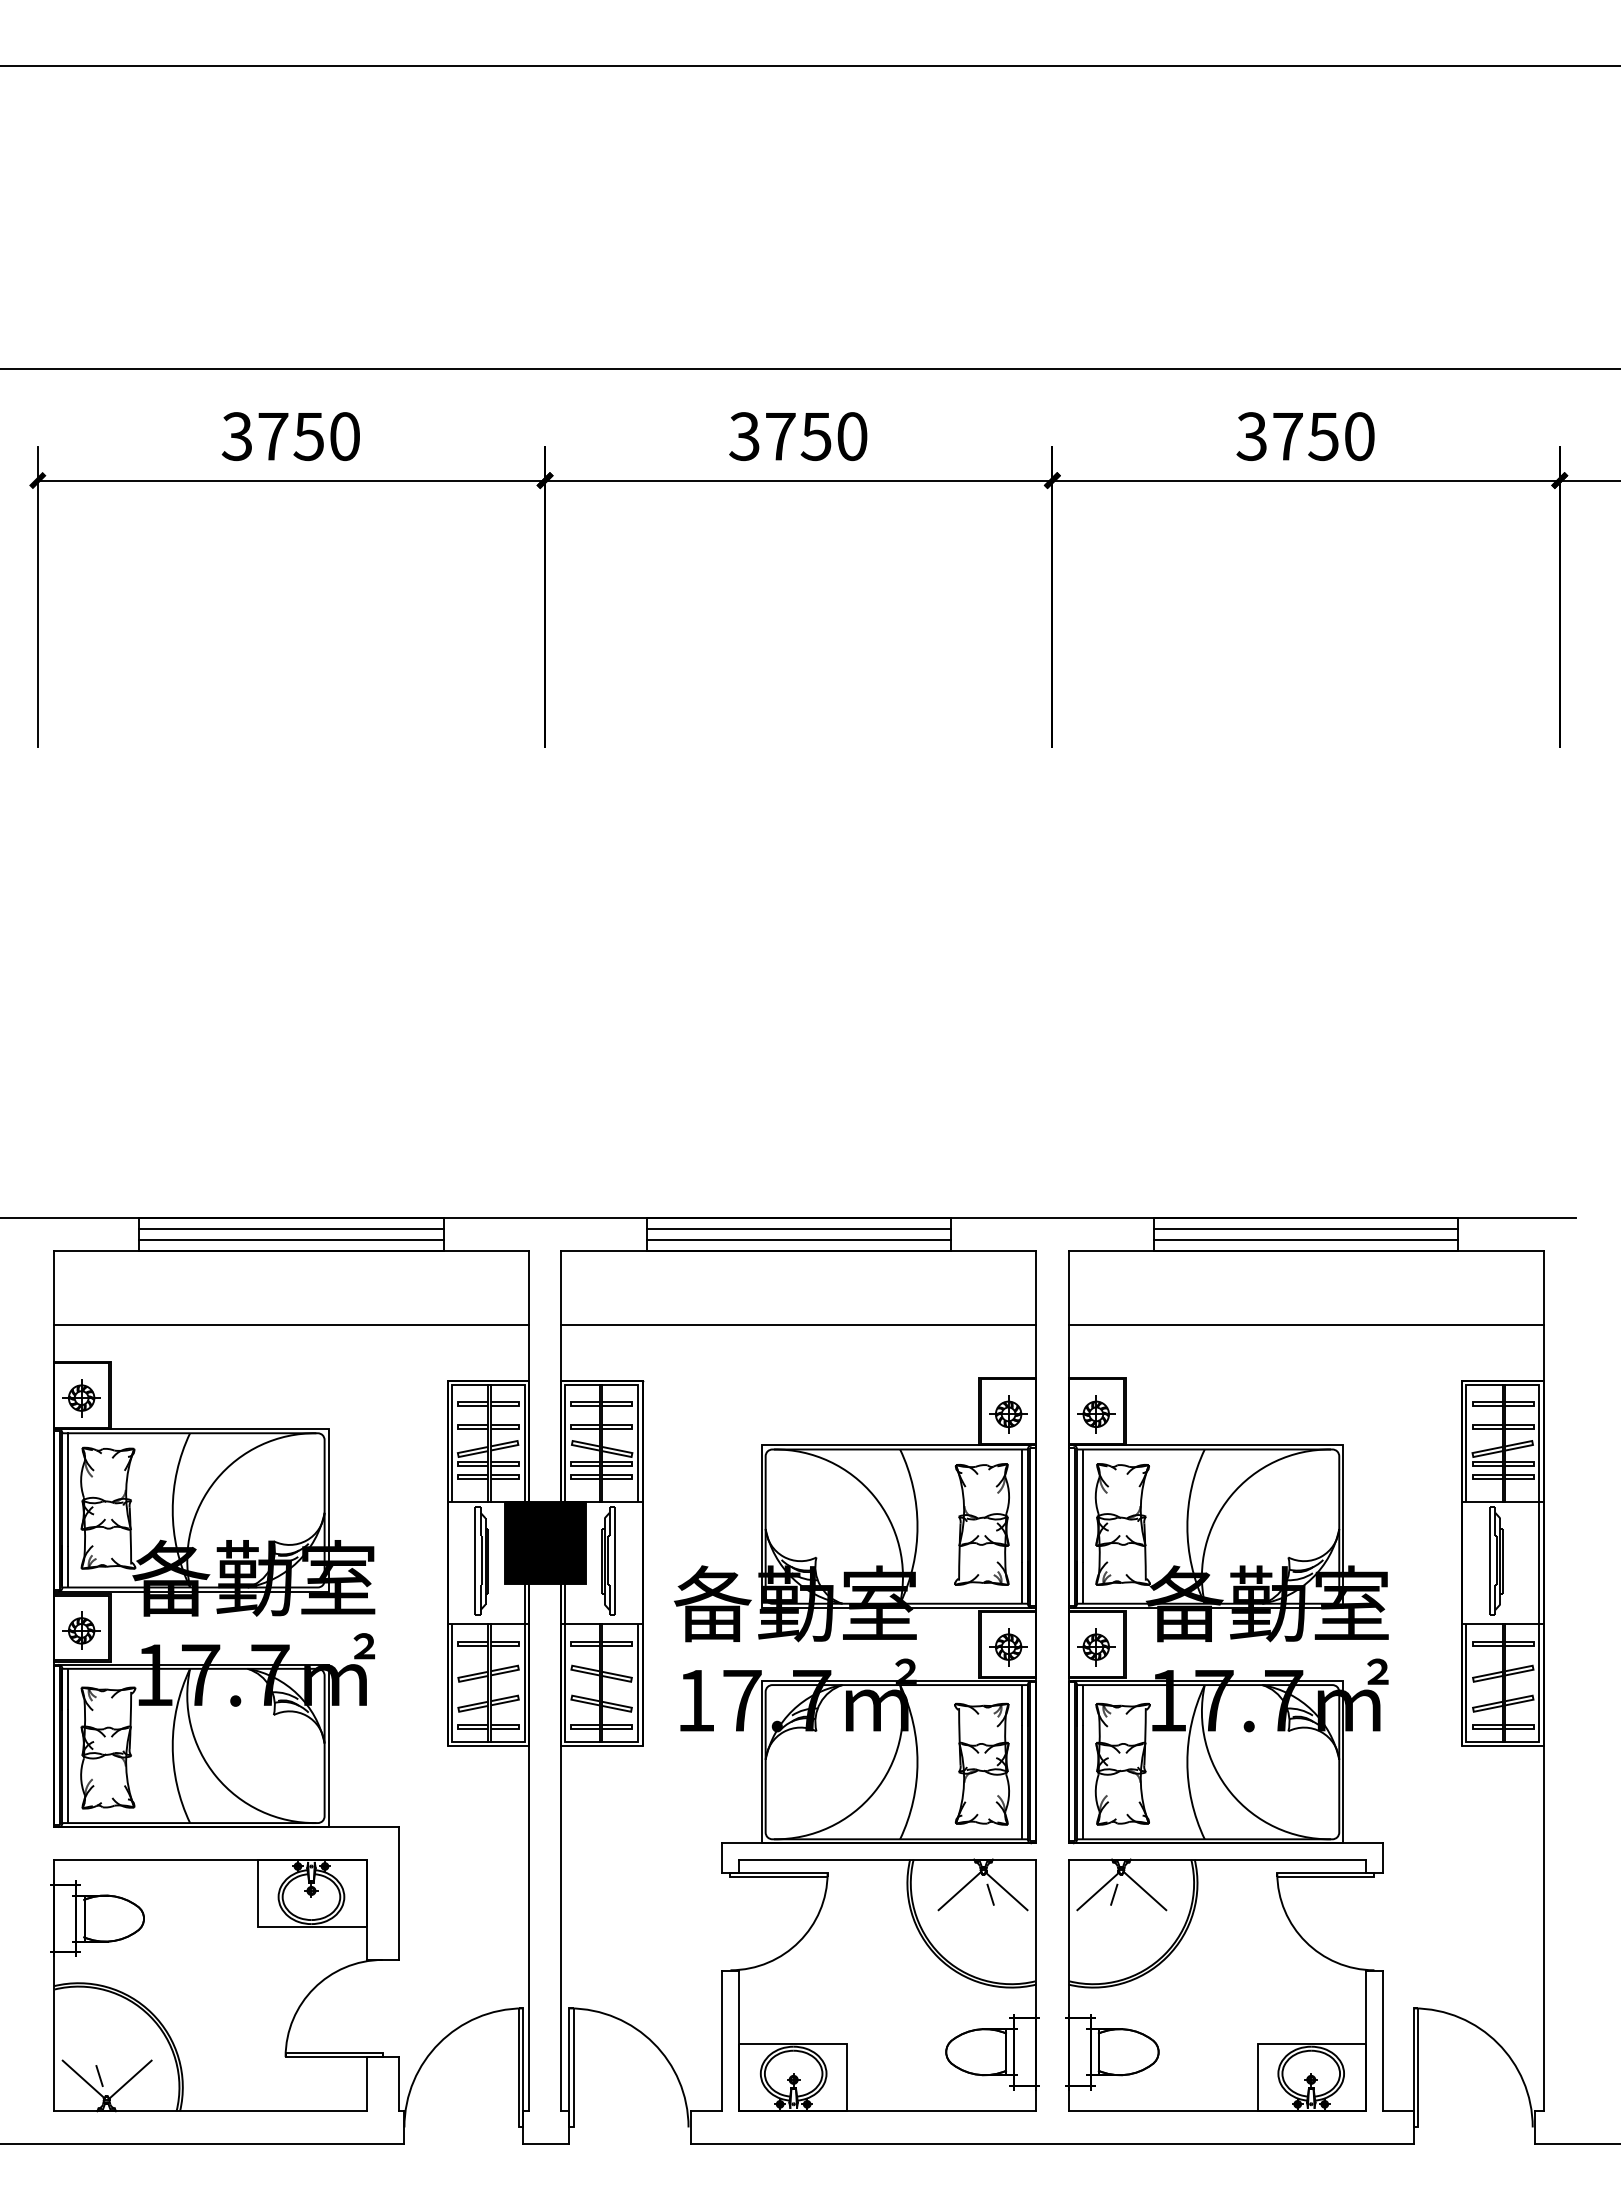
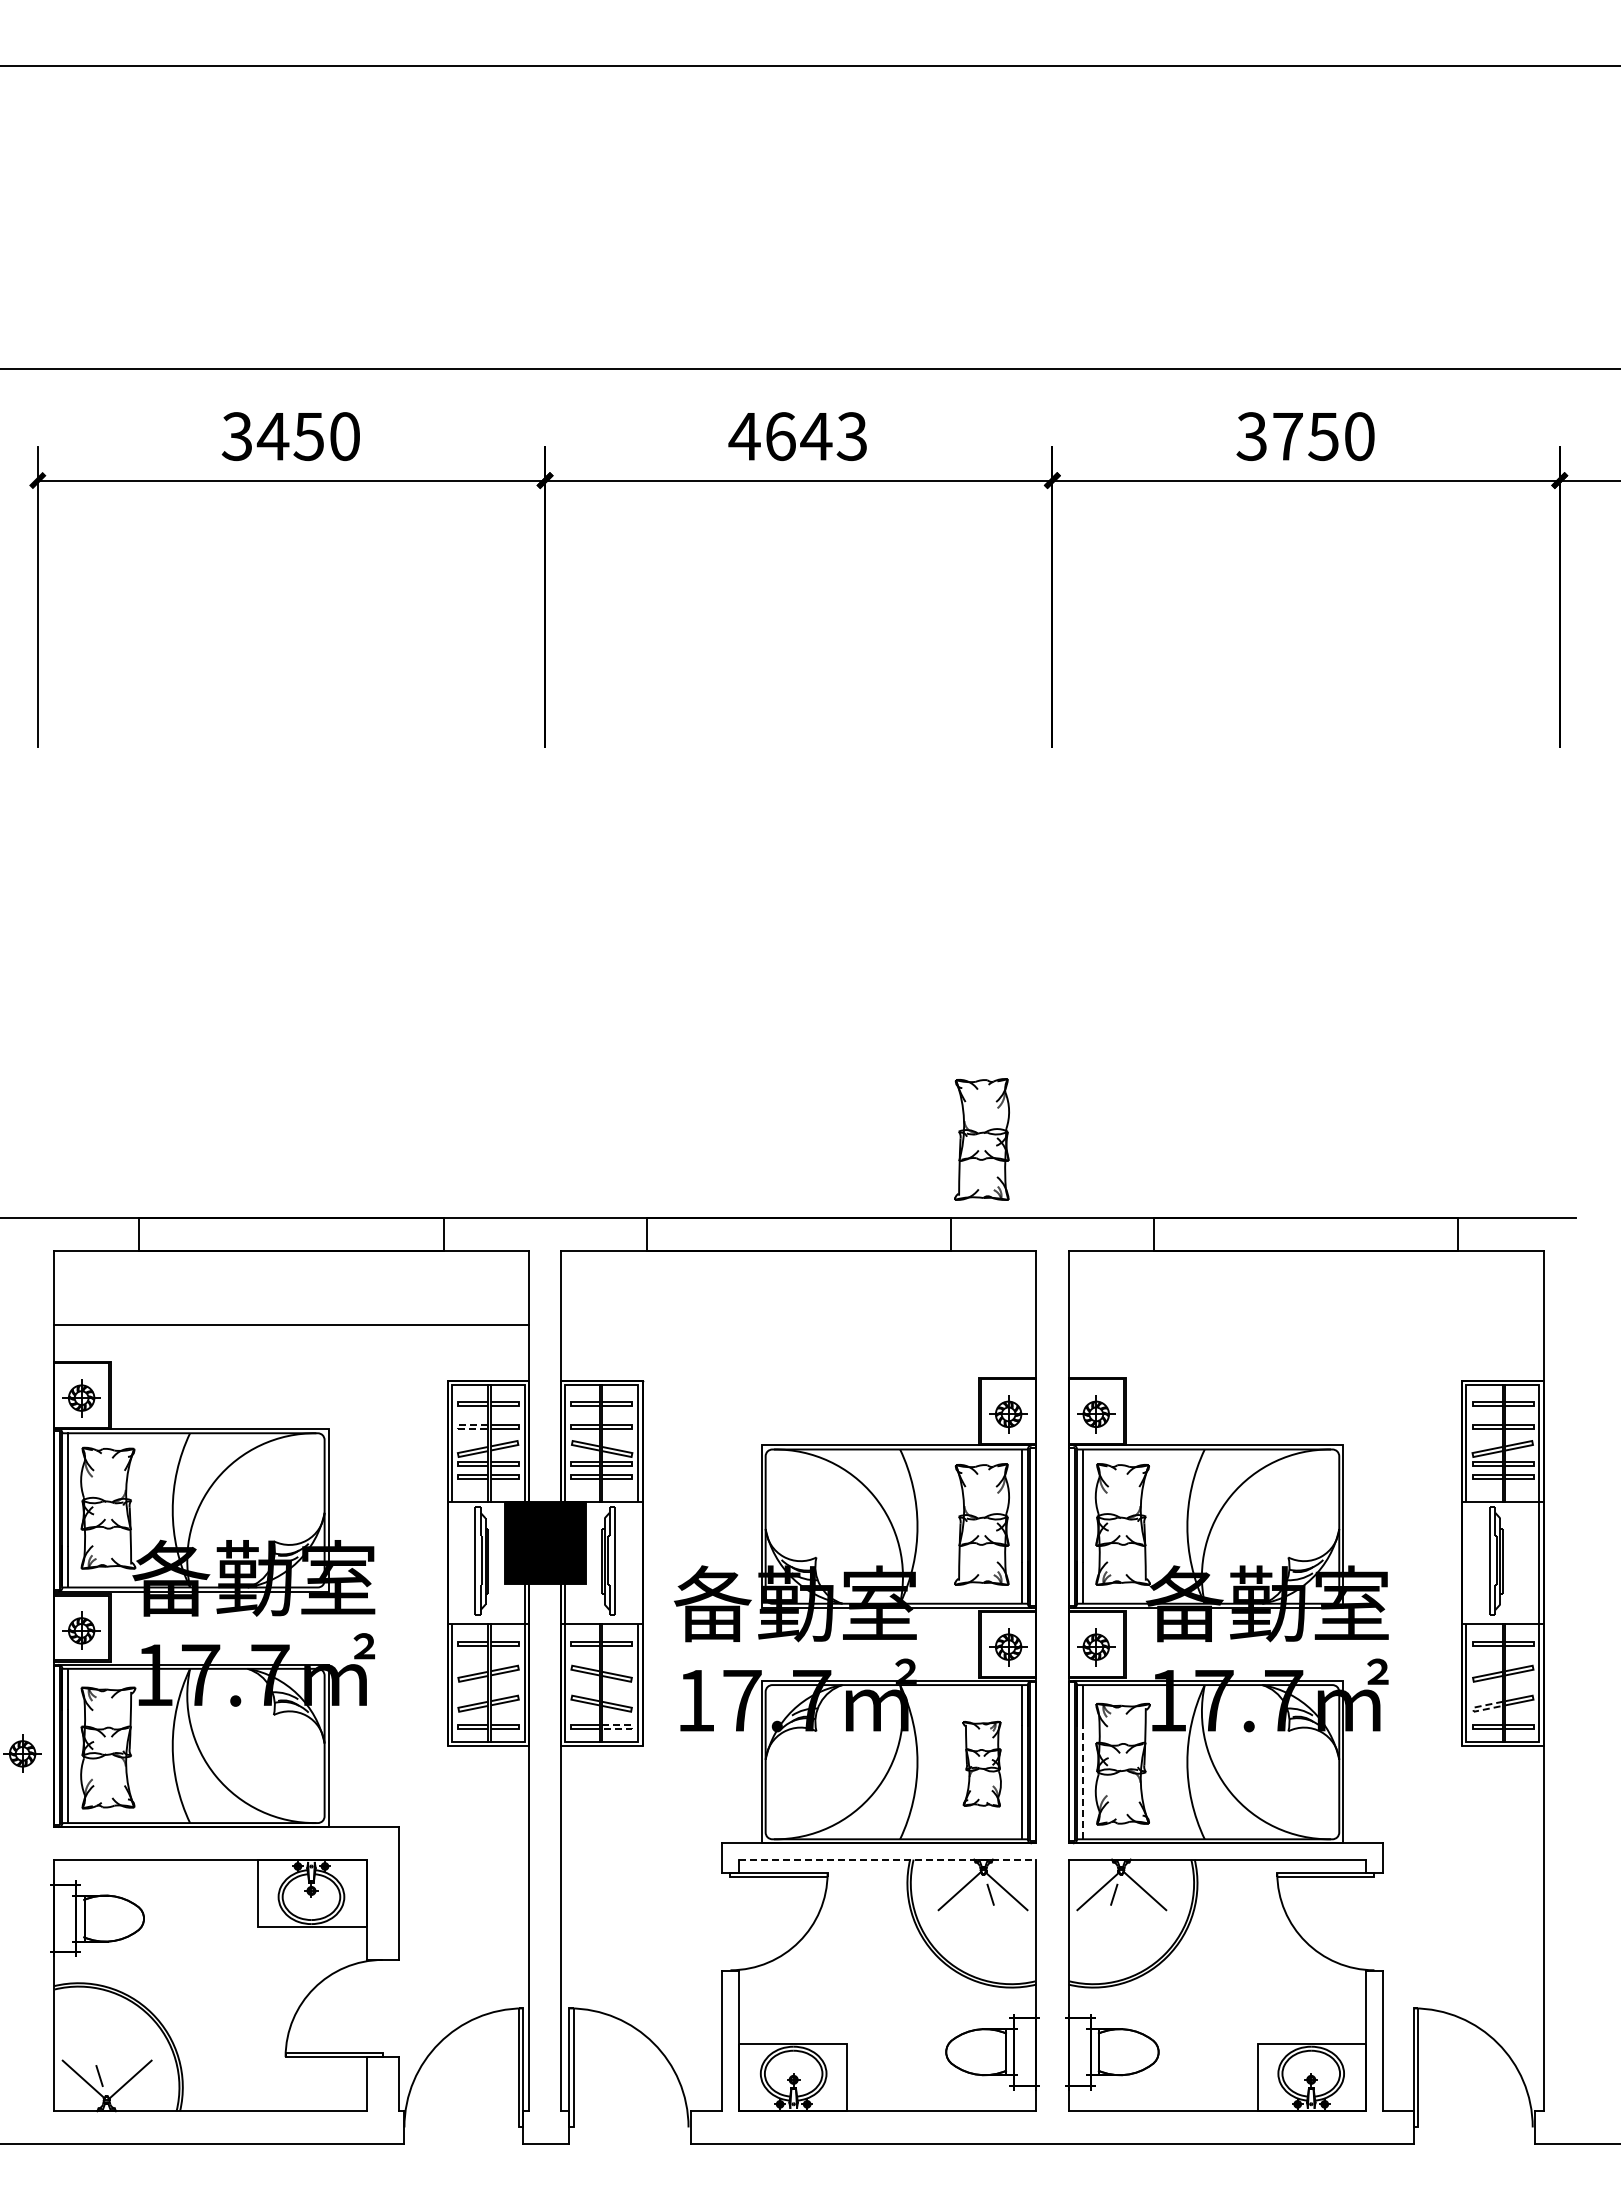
text at (272, 436): 3750 -> 3450
text at (797, 436): 3750 -> 4643
part at (981, 1139): none -> present
line at (291, 1229): present -> none
line at (798, 1229): present -> none
line at (1305, 1229): present -> none
line at (291, 1239): present -> none
line at (798, 1239): present -> none
line at (1305, 1239): present -> none
line at (798, 1325): present -> none
line at (1305, 1325): present -> none
line at (458, 1427): solid -> dashed
line at (1473, 1709): solid -> dashed
line at (631, 1727): solid -> dashed
part at (22, 1753): none -> present
part at (981, 1763) size: 56x124 px -> 40x88 px
line at (1083, 1782): solid -> dashed
line at (887, 1859): solid -> dashed
